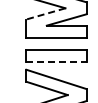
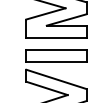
line at (45, 14): dashed -> solid
line at (56, 61): dashed -> solid
